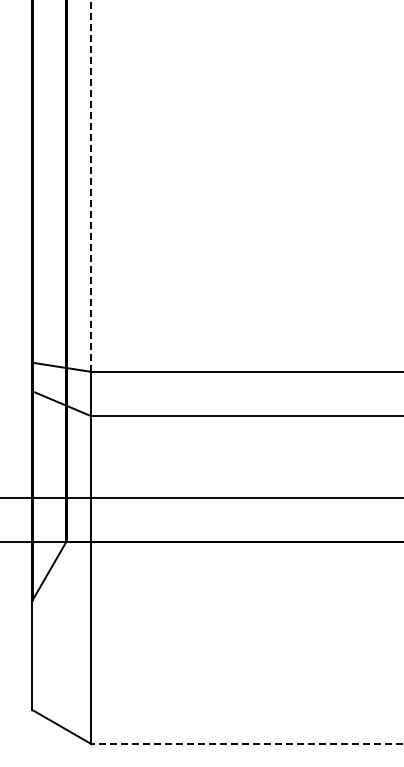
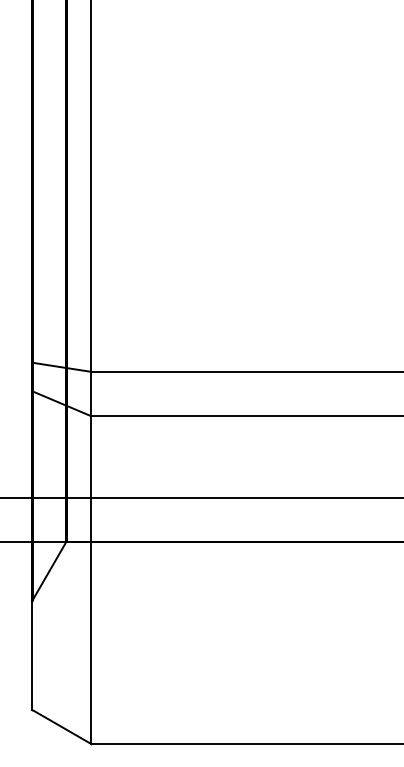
line at (91, 185): dashed -> solid
line at (246, 743): dashed -> solid
